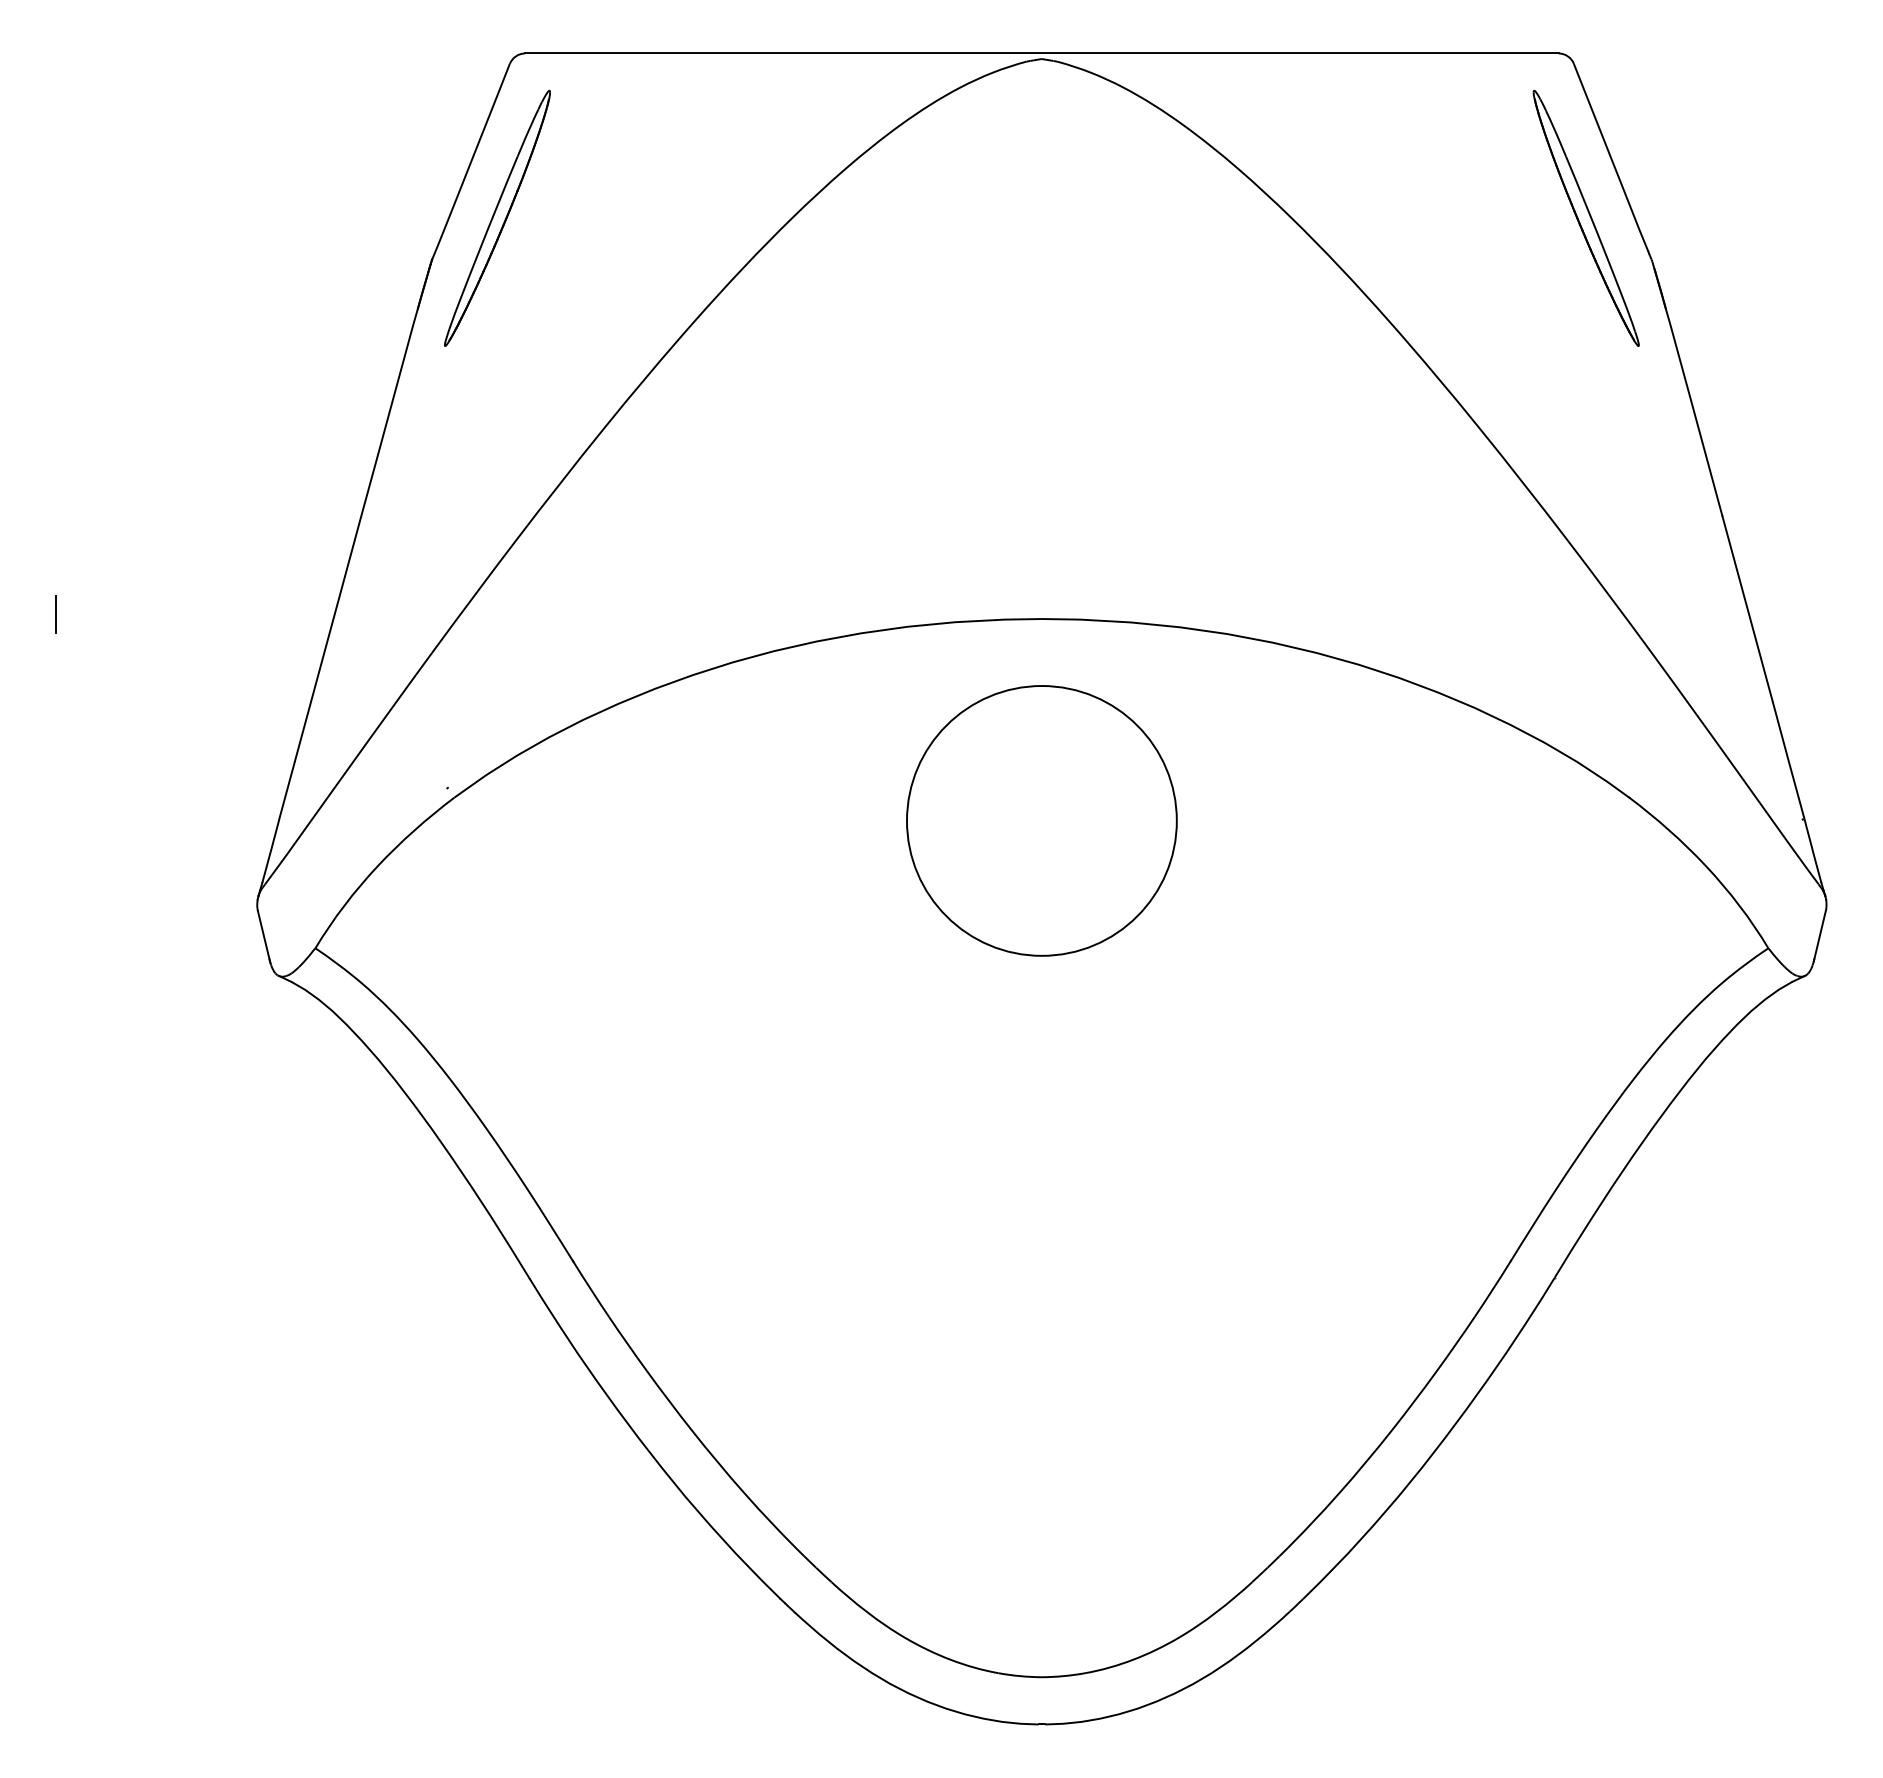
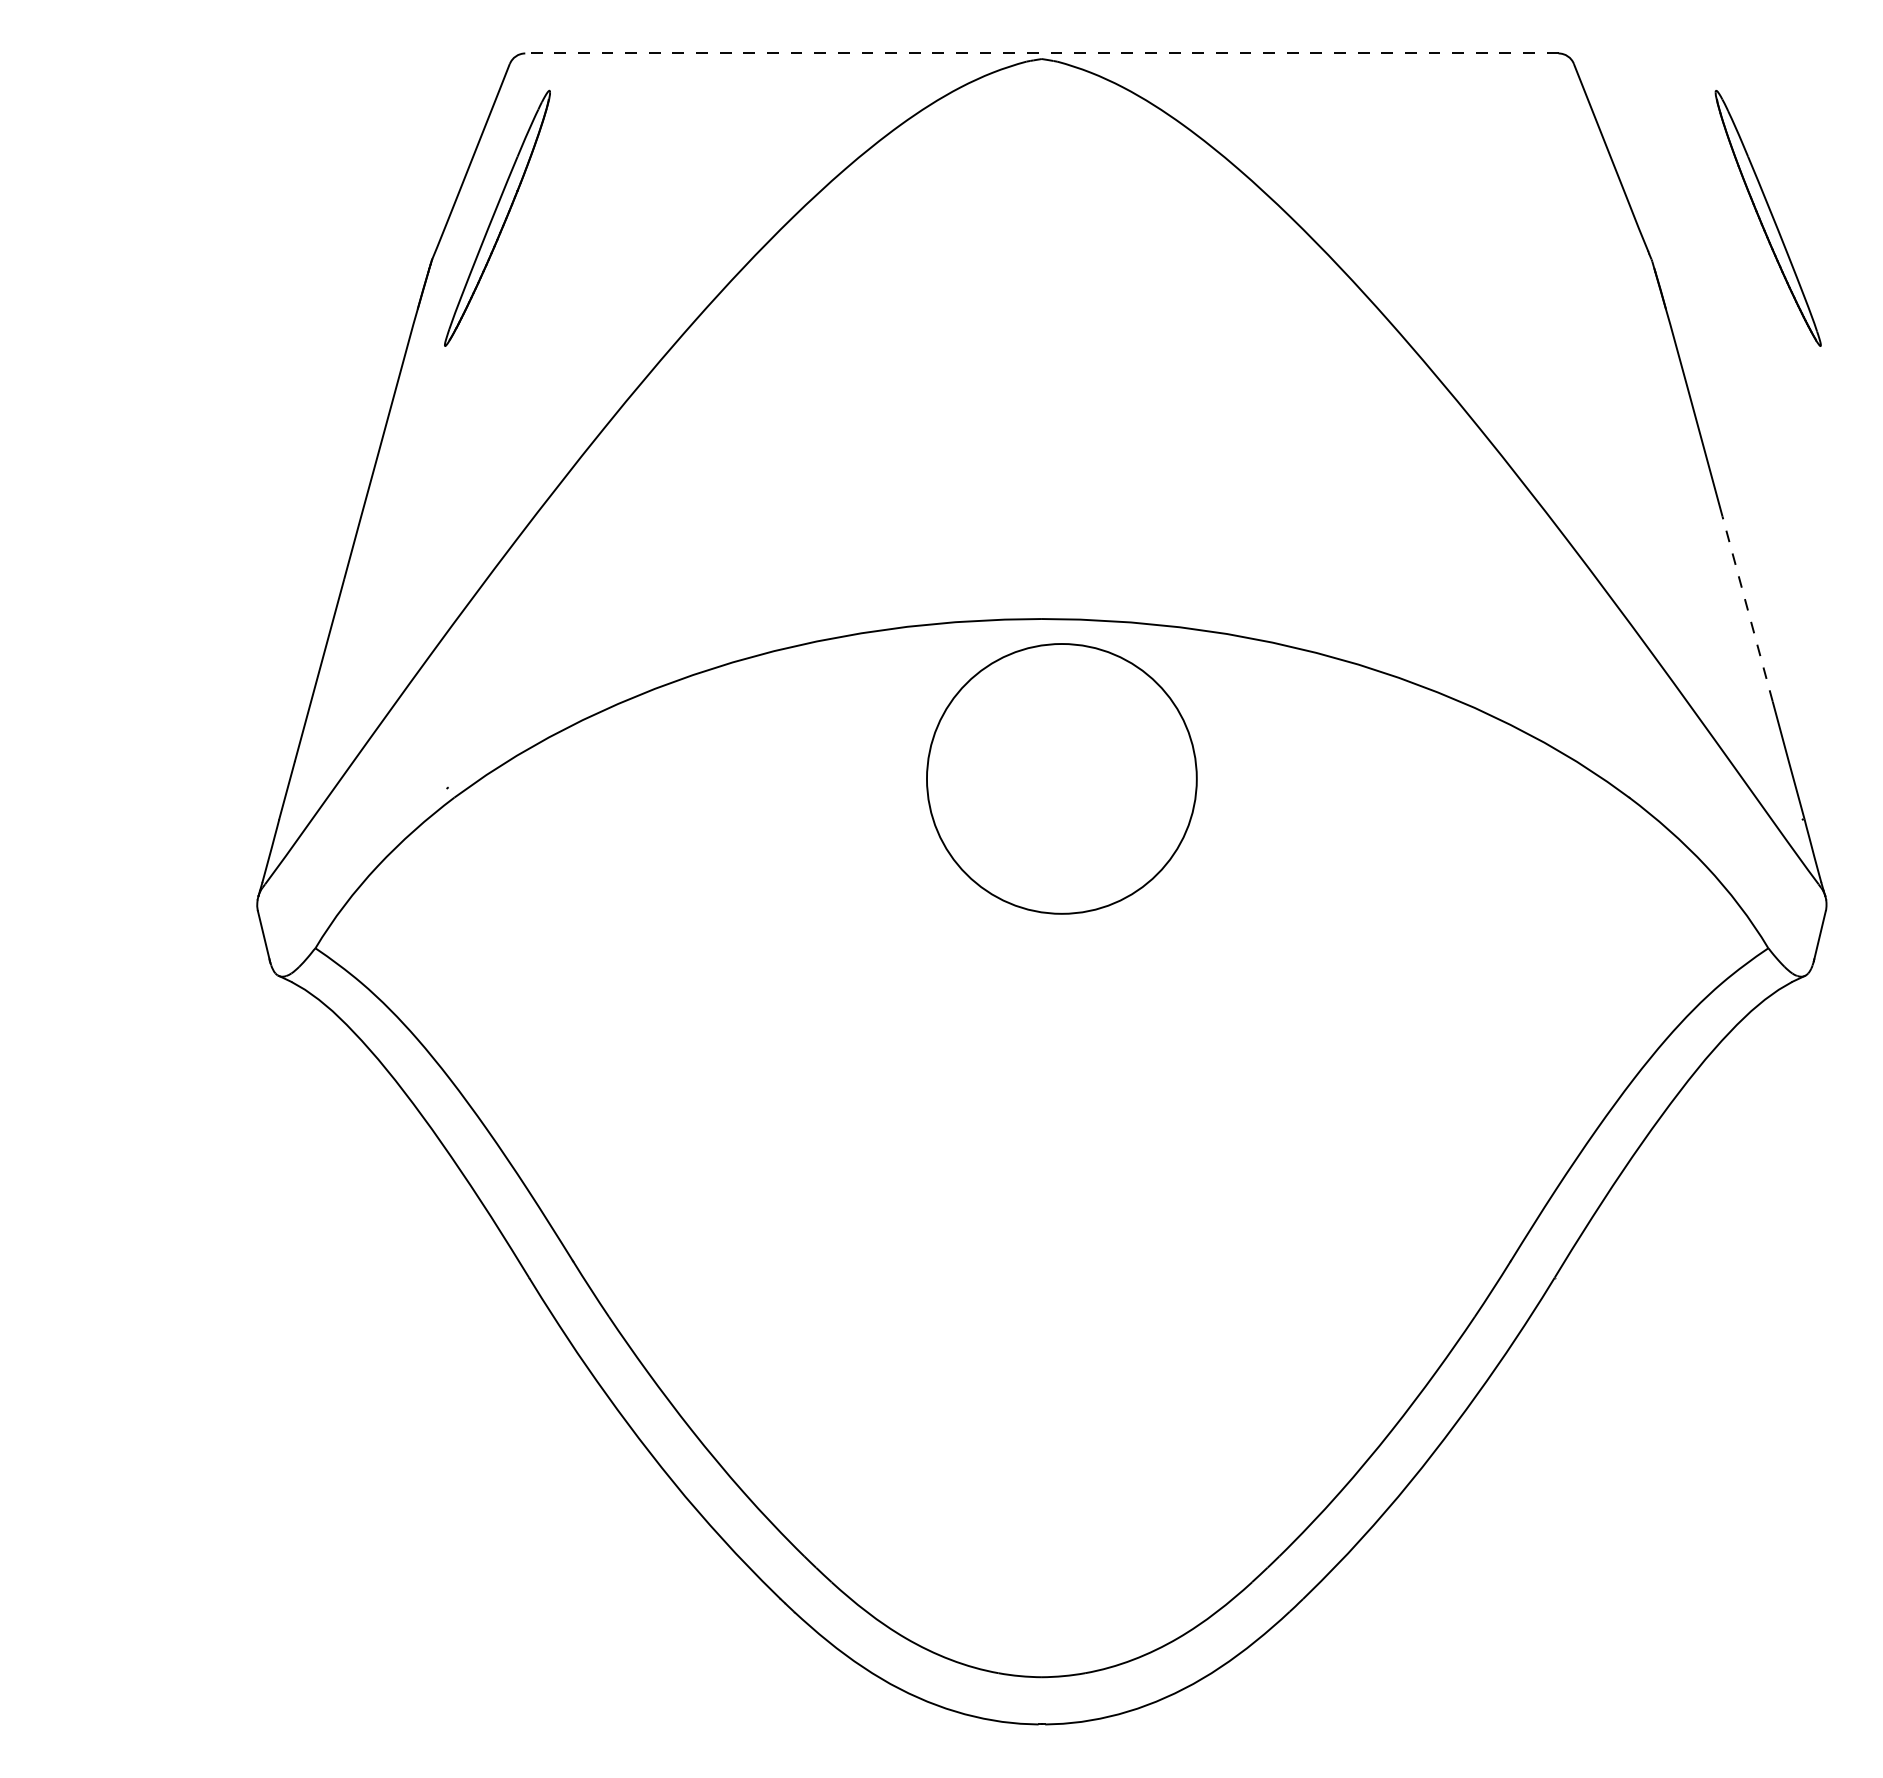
line at (1041, 53): solid -> dashed
part at (1585, 218) position: (1585, 218) -> (1767, 218)
line at (1747, 609): solid -> dashed
line at (56, 613): present -> none
circle at (1041, 820) position: (1041, 820) -> (1061, 778)
